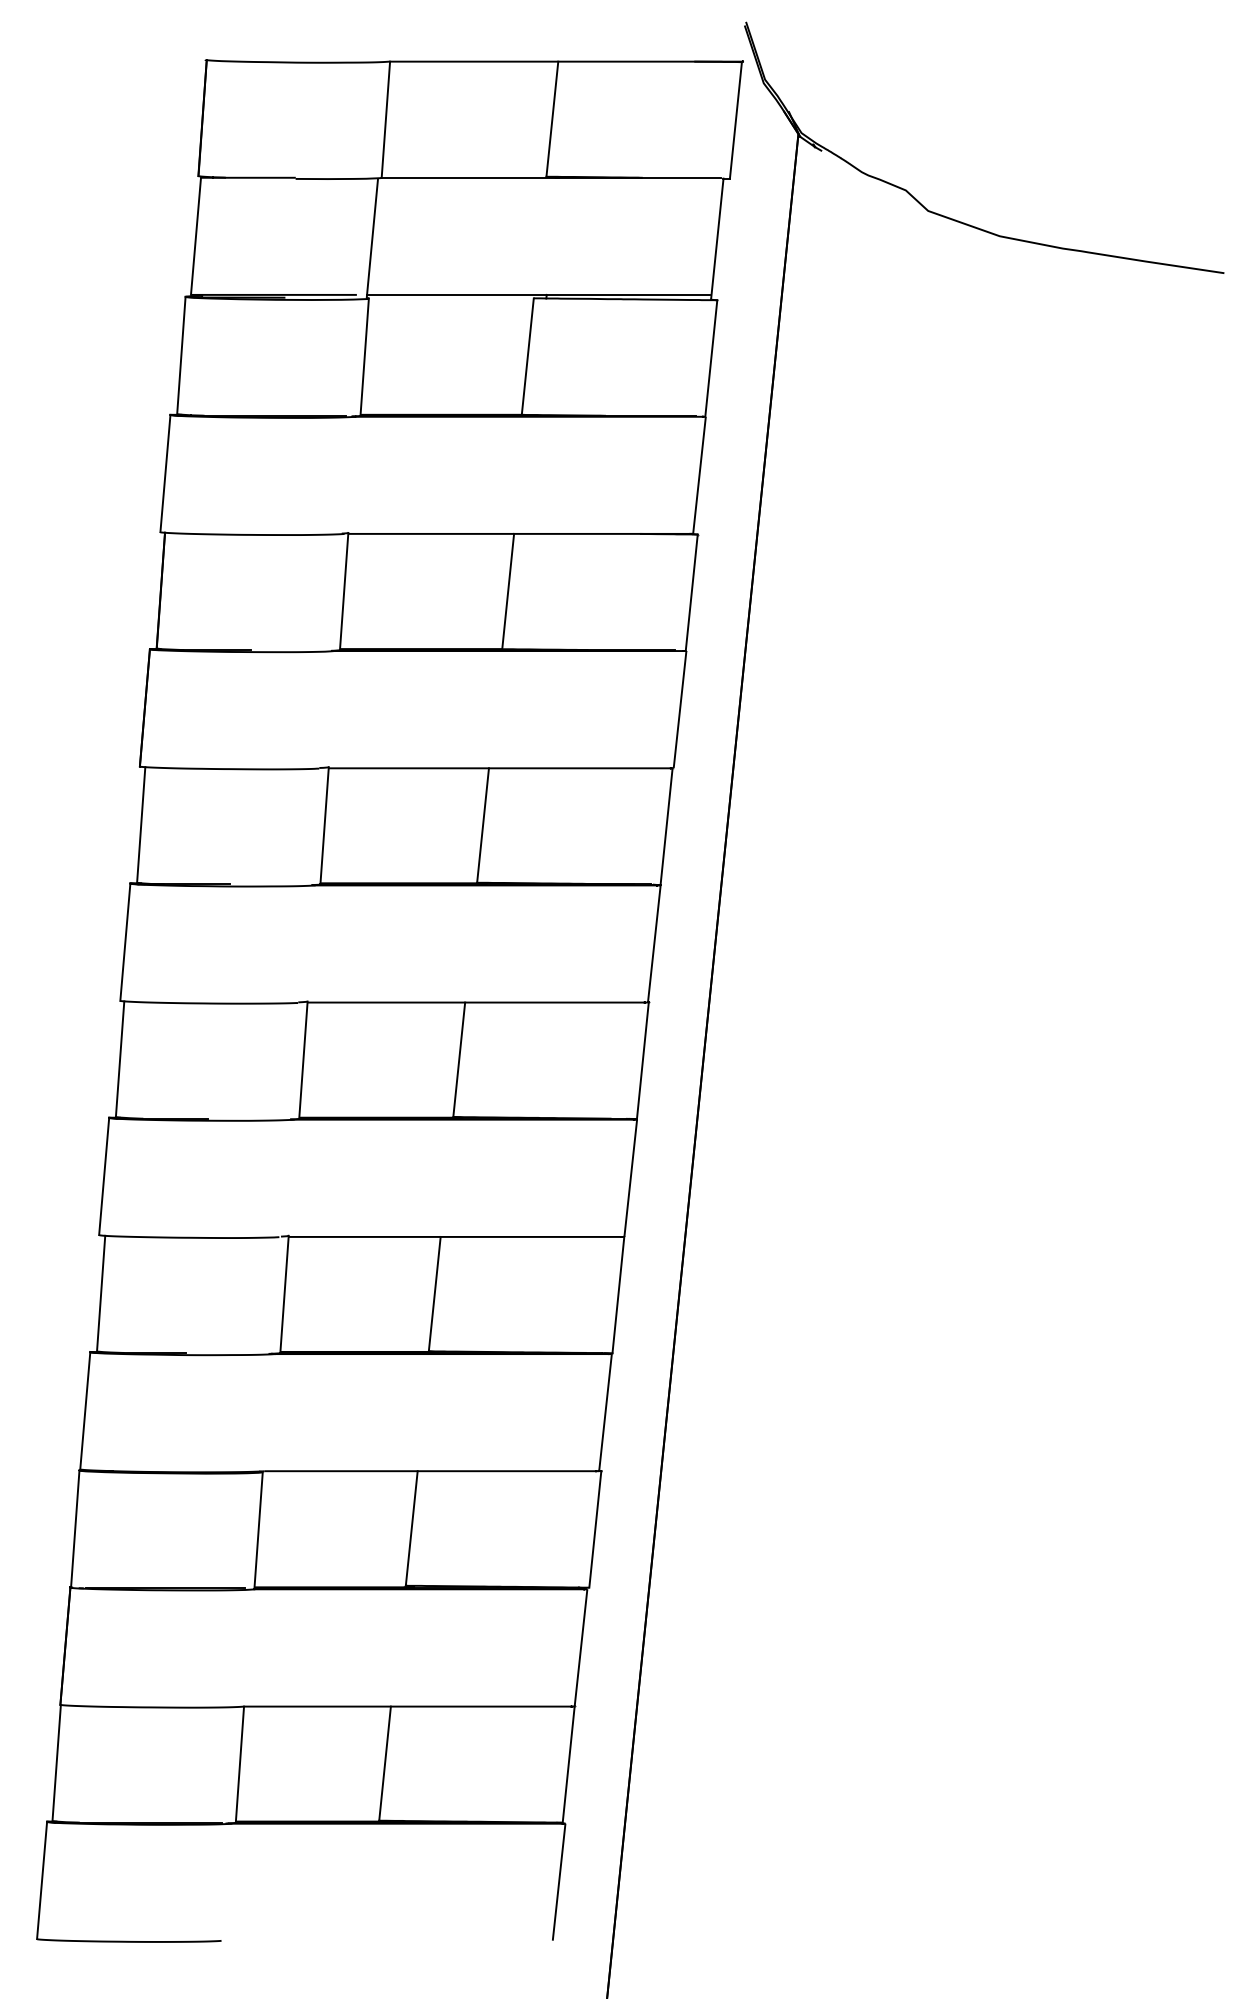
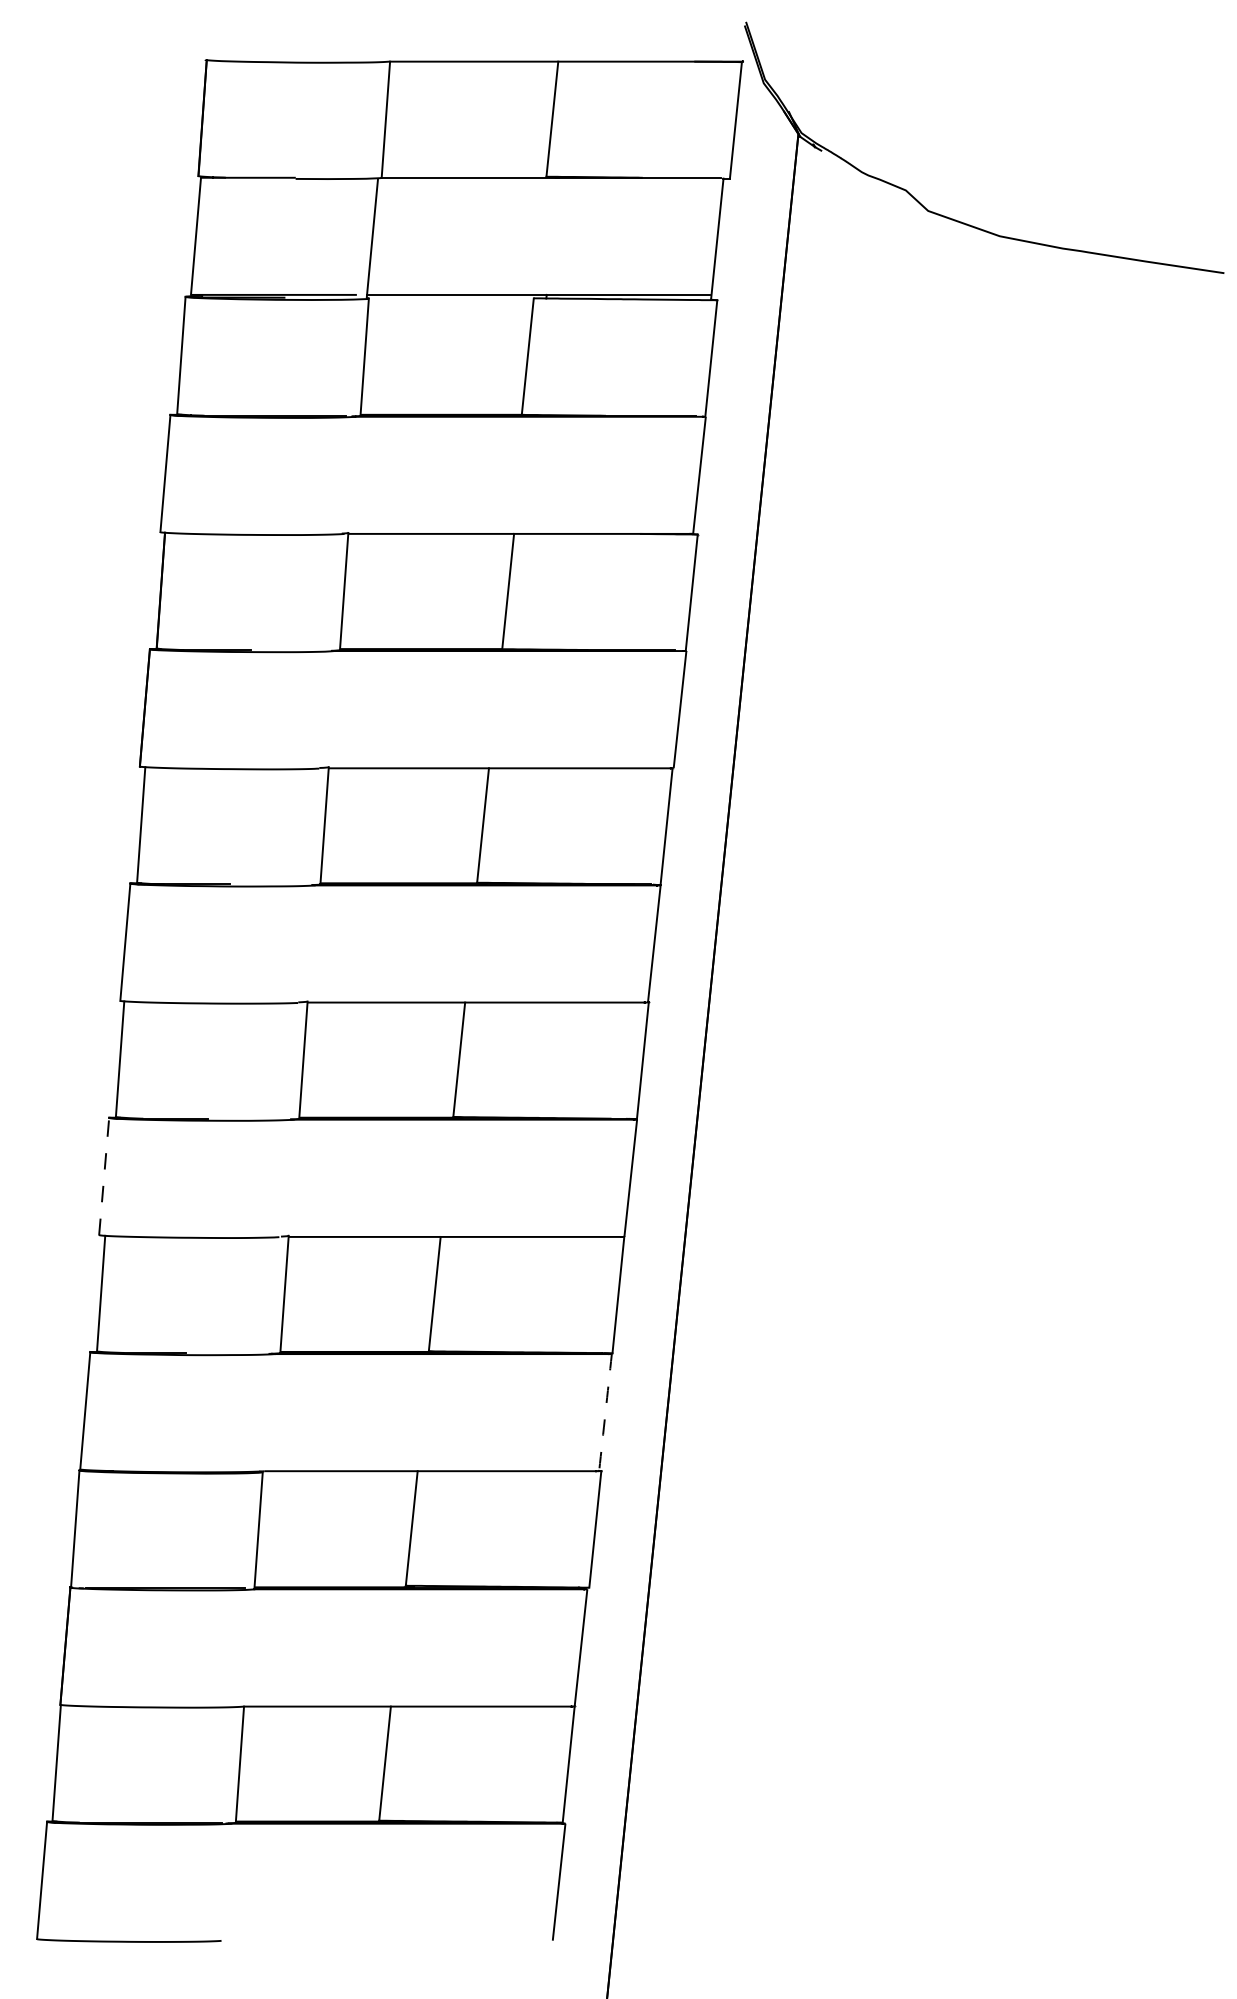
line at (104, 1176): solid -> dashed
arc at (605, 1412): solid -> dashed
